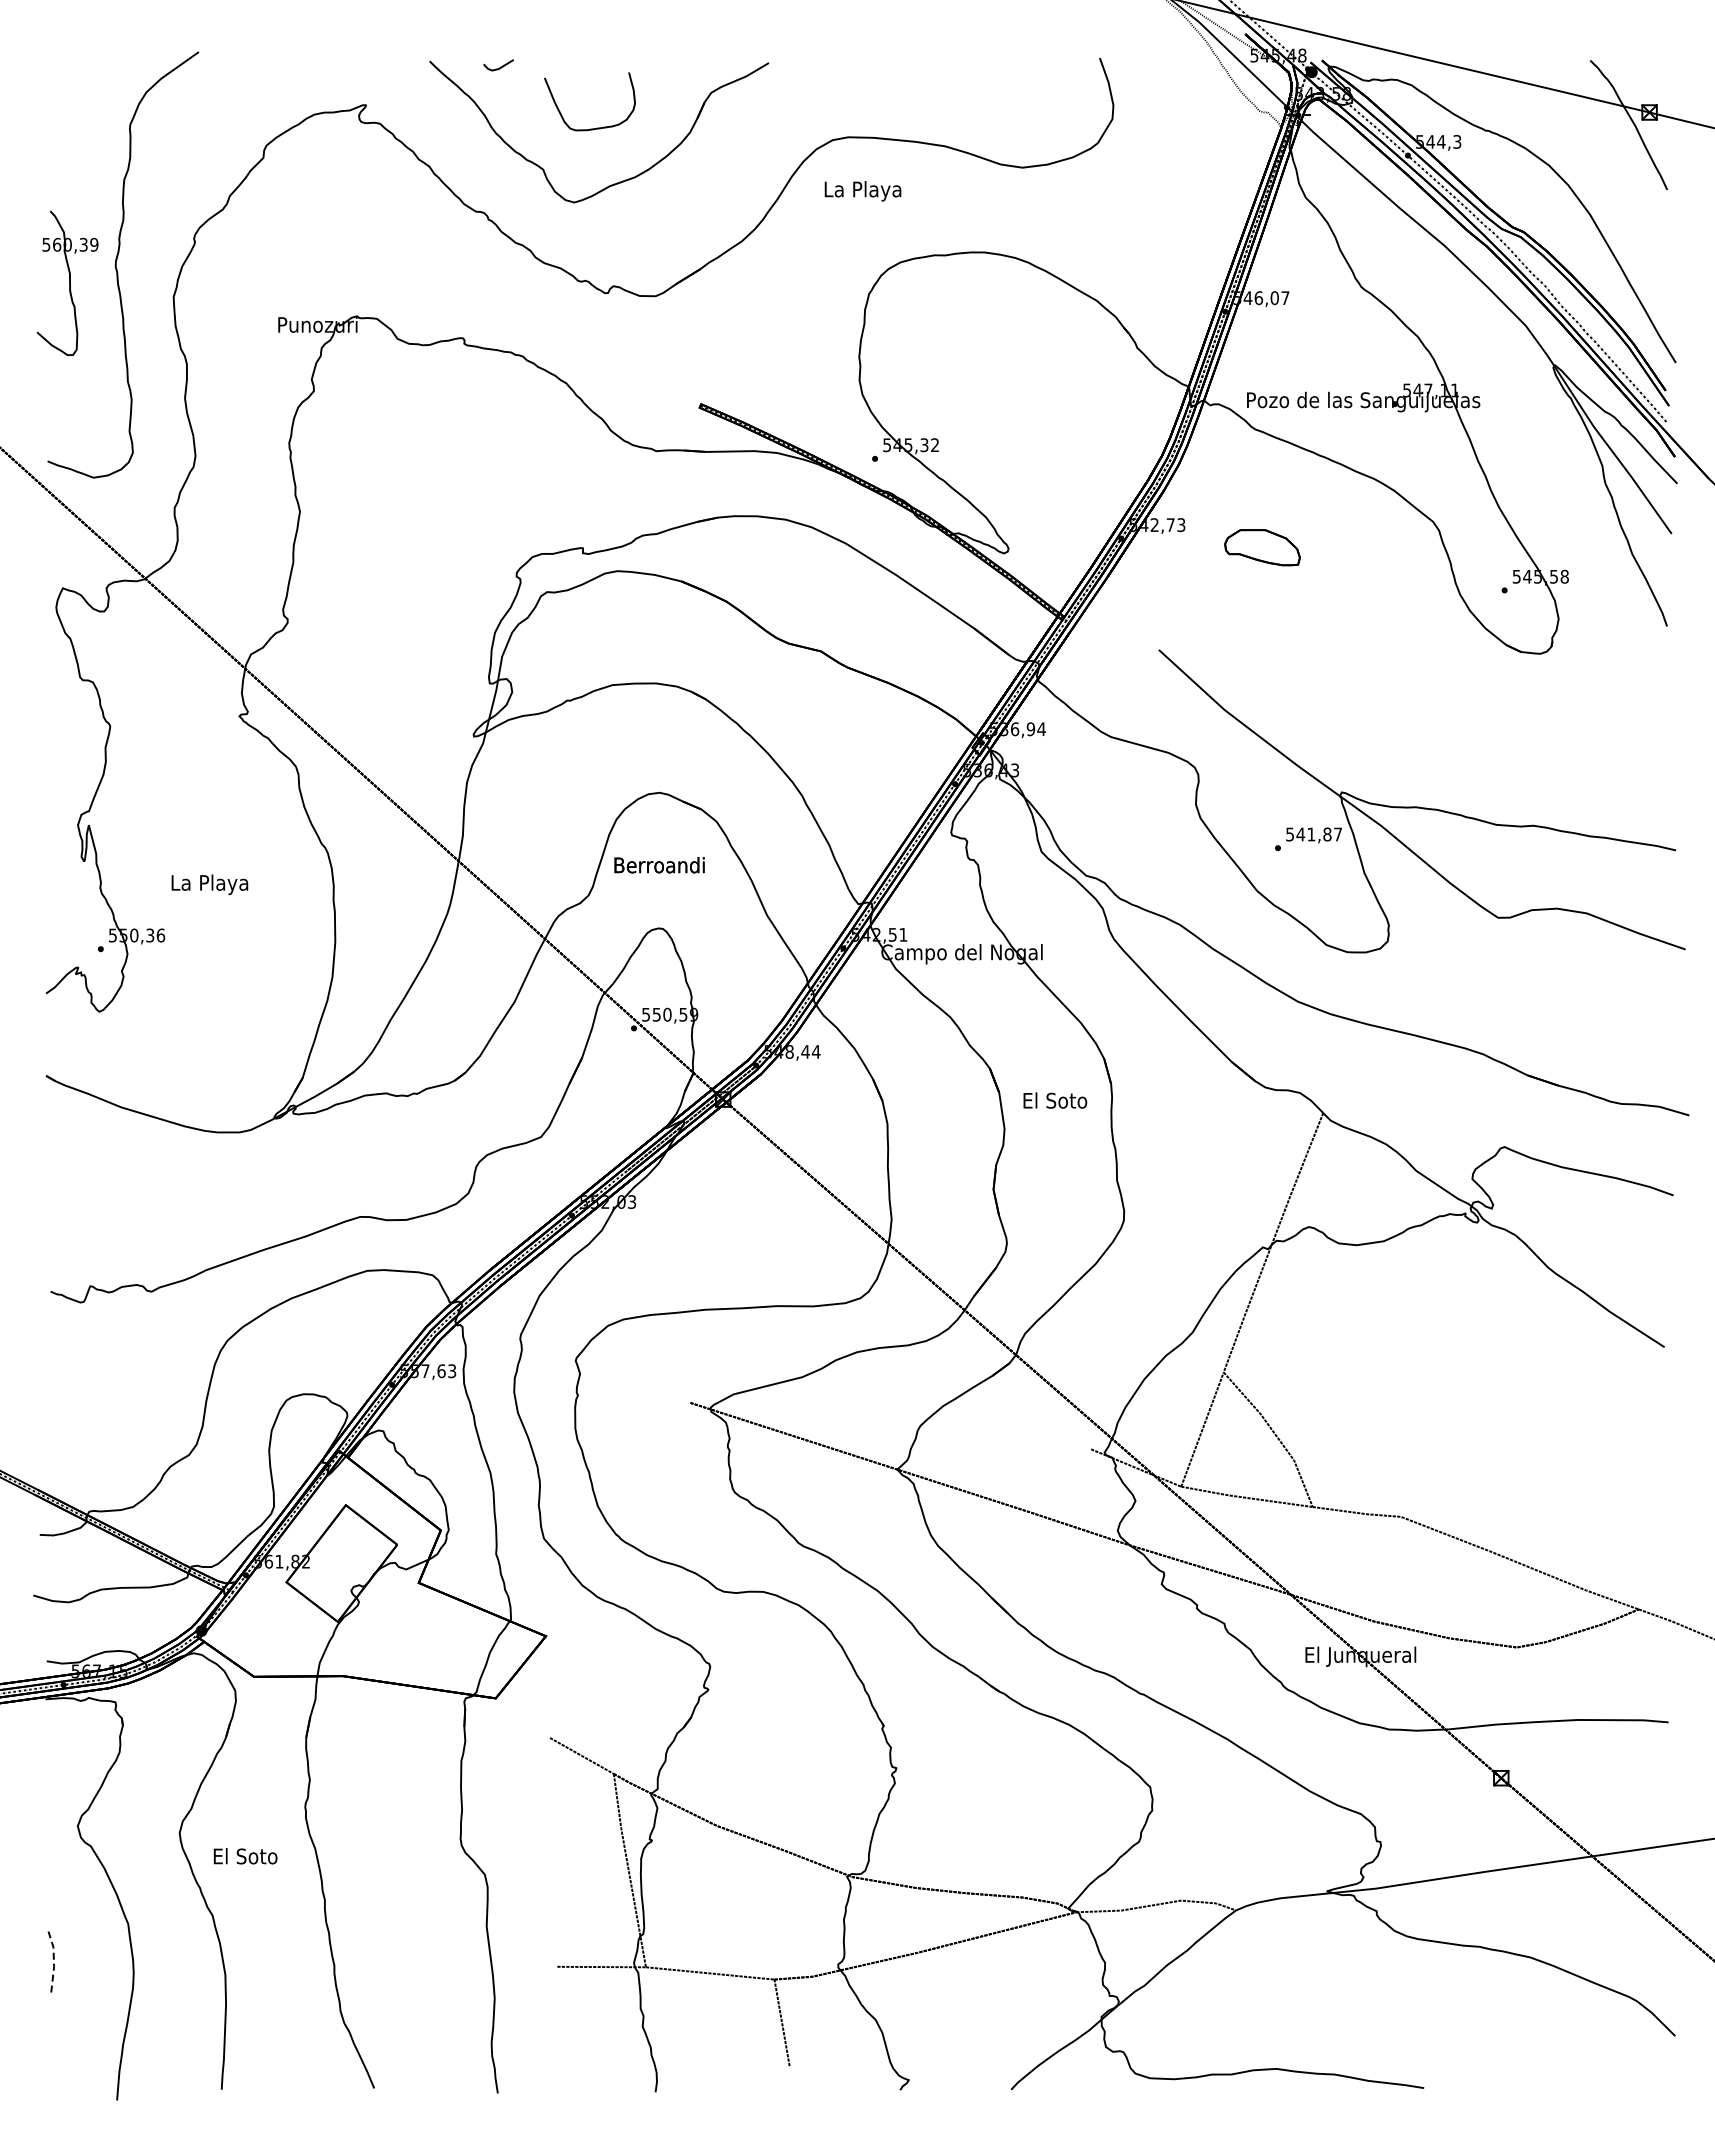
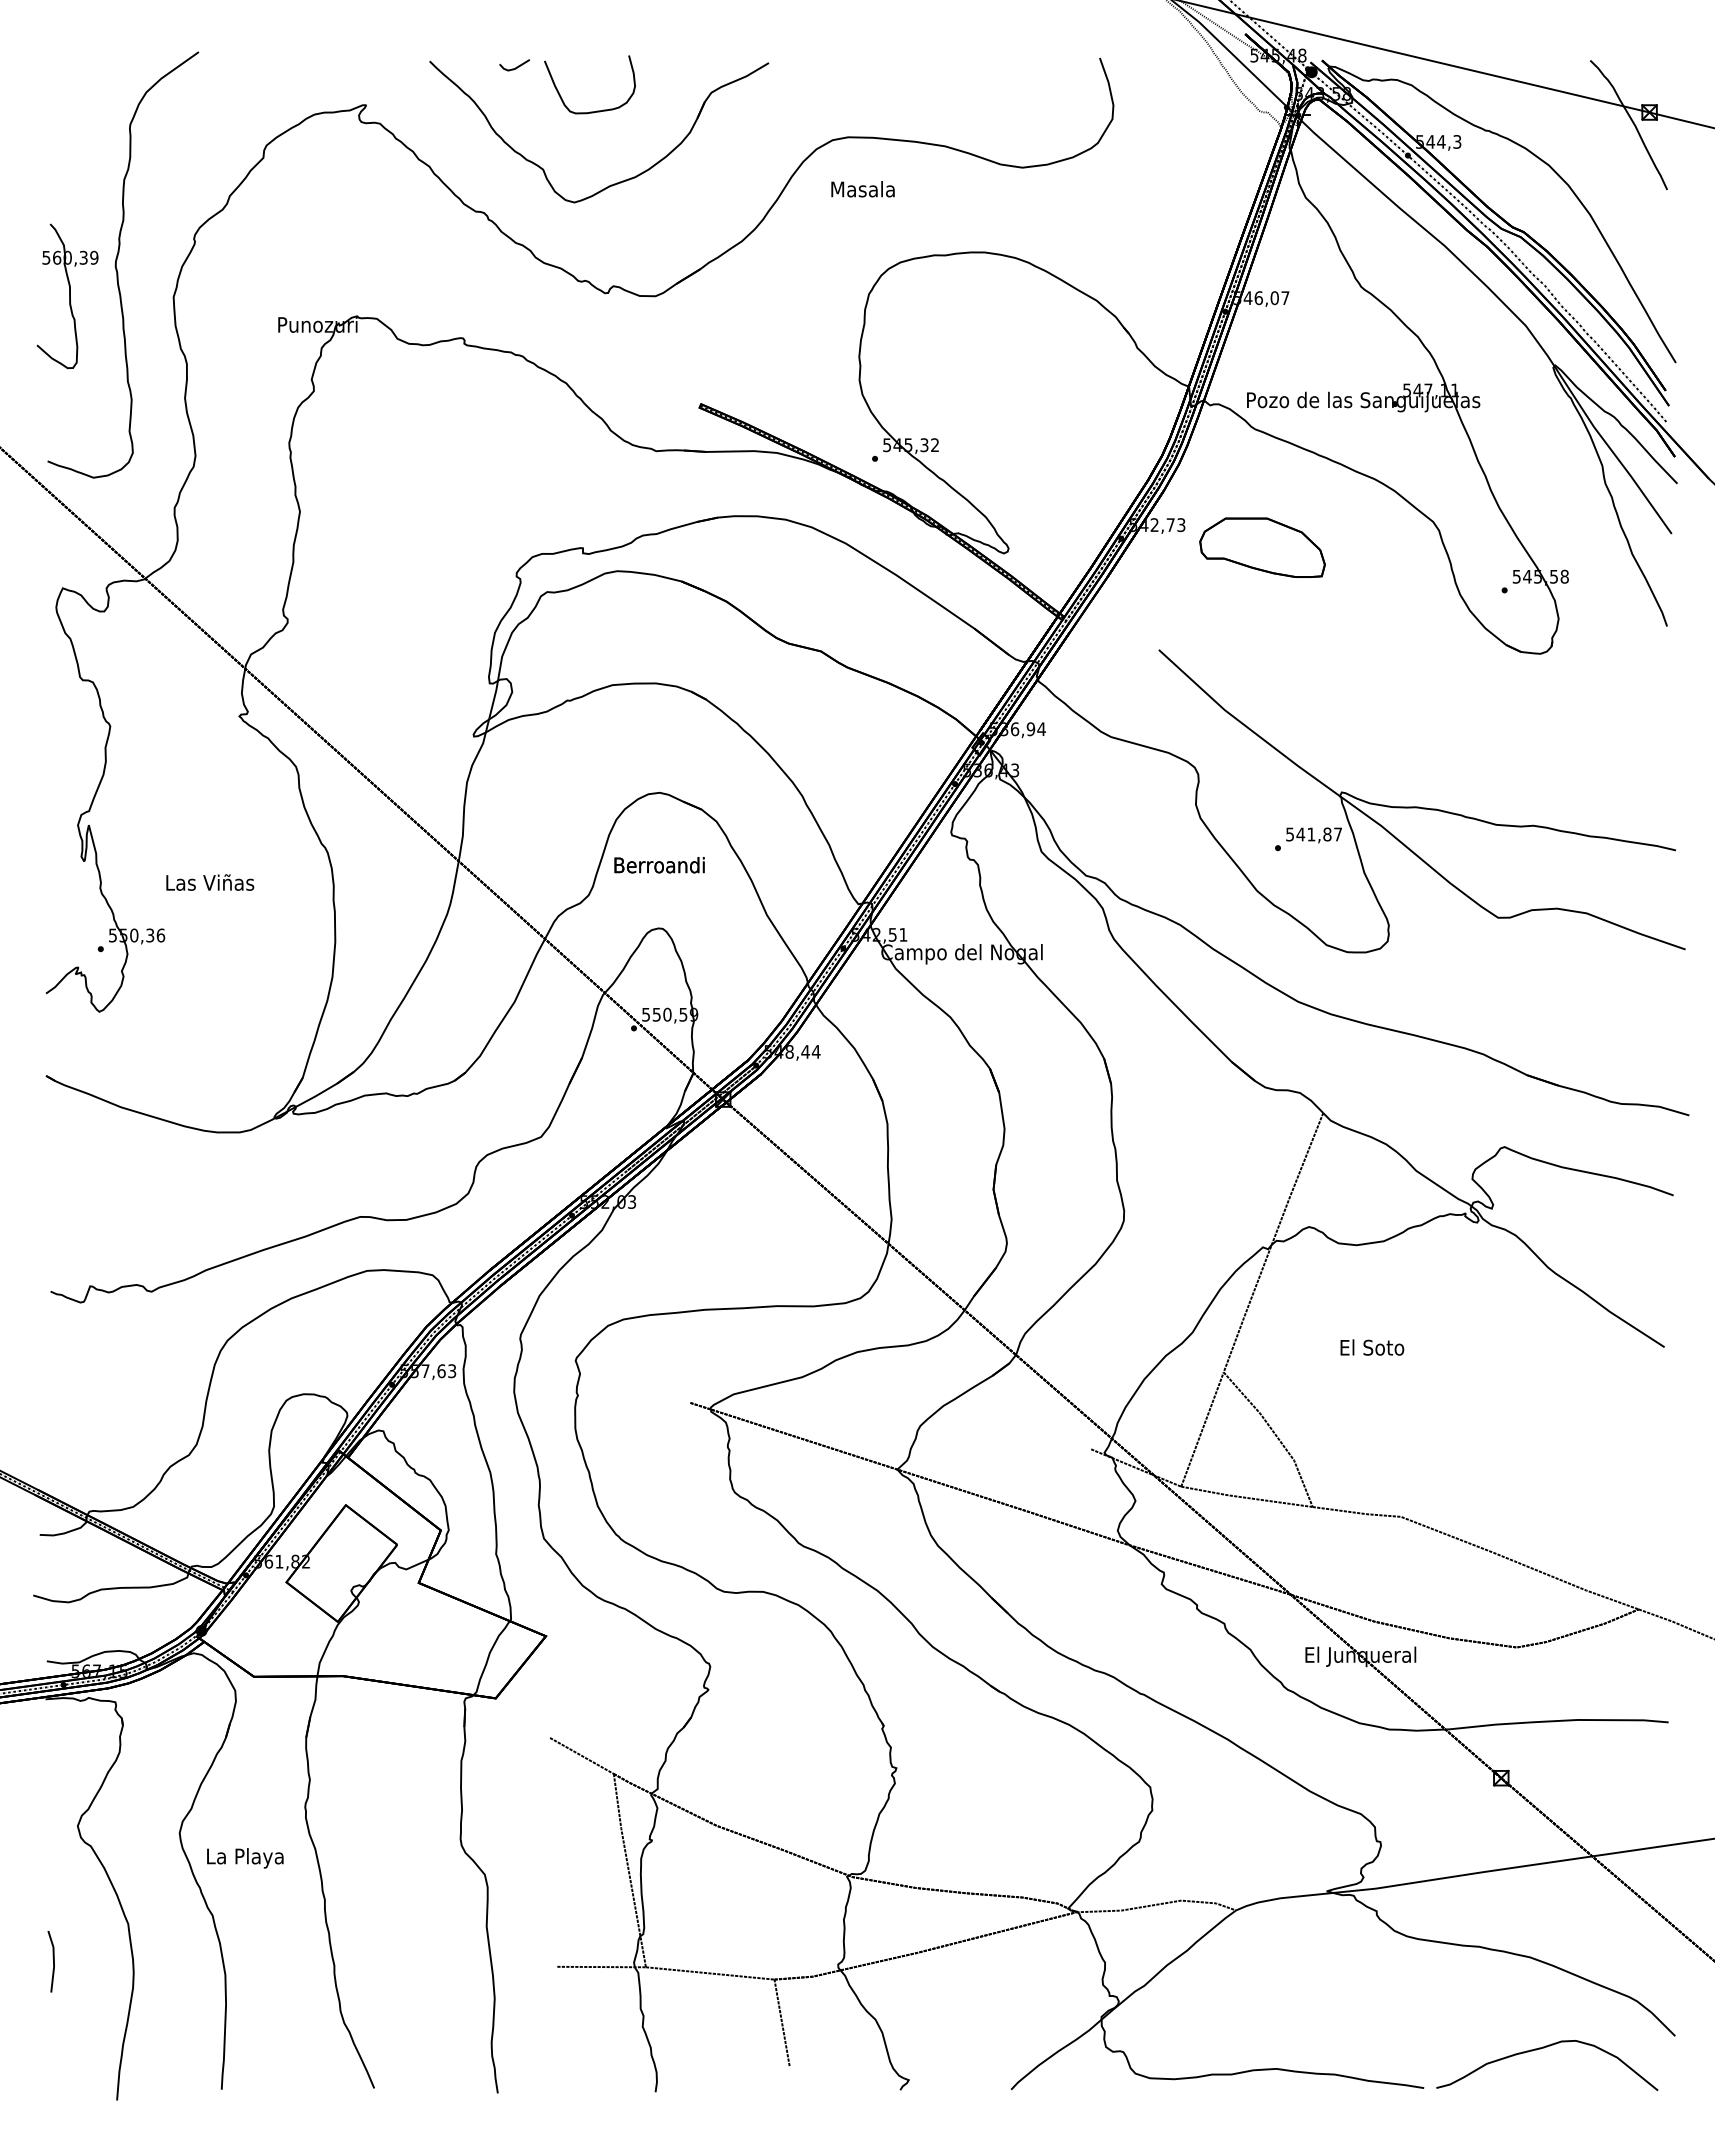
line at (500, 66) position: (500, 66) -> (516, 66)
curve at (596, 127) position: (596, 127) -> (596, 110)
text at (862, 191): La Playa -> Masala
part at (67, 282) position: (67, 282) -> (67, 295)
part at (1262, 547) size: 77x38 px -> 127x61 px
text at (210, 884): La Playa -> Las Viñas
text at (1055, 1100) position: (1055, 1100) -> (1372, 1347)
text at (245, 1858): El Soto -> La Playa
line at (53, 1960): dashed -> solid
curve at (1544, 2048): none -> present
